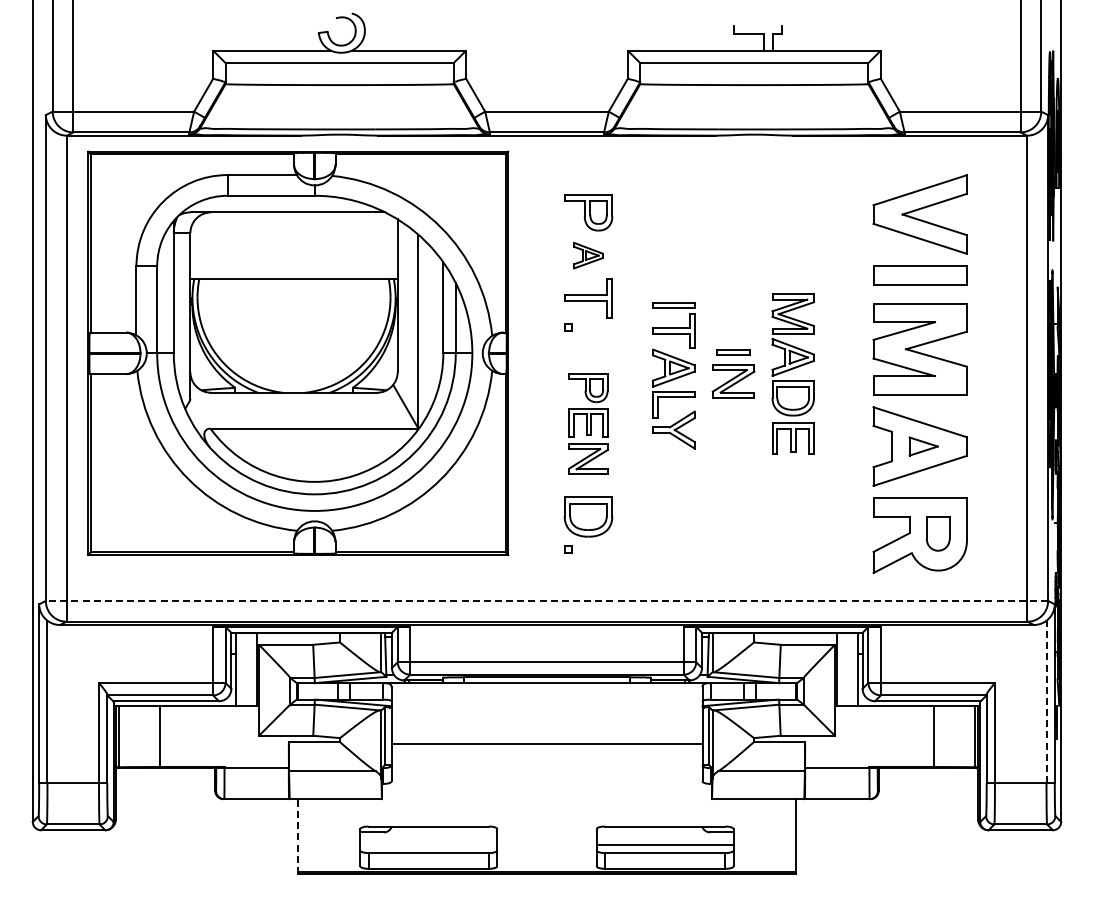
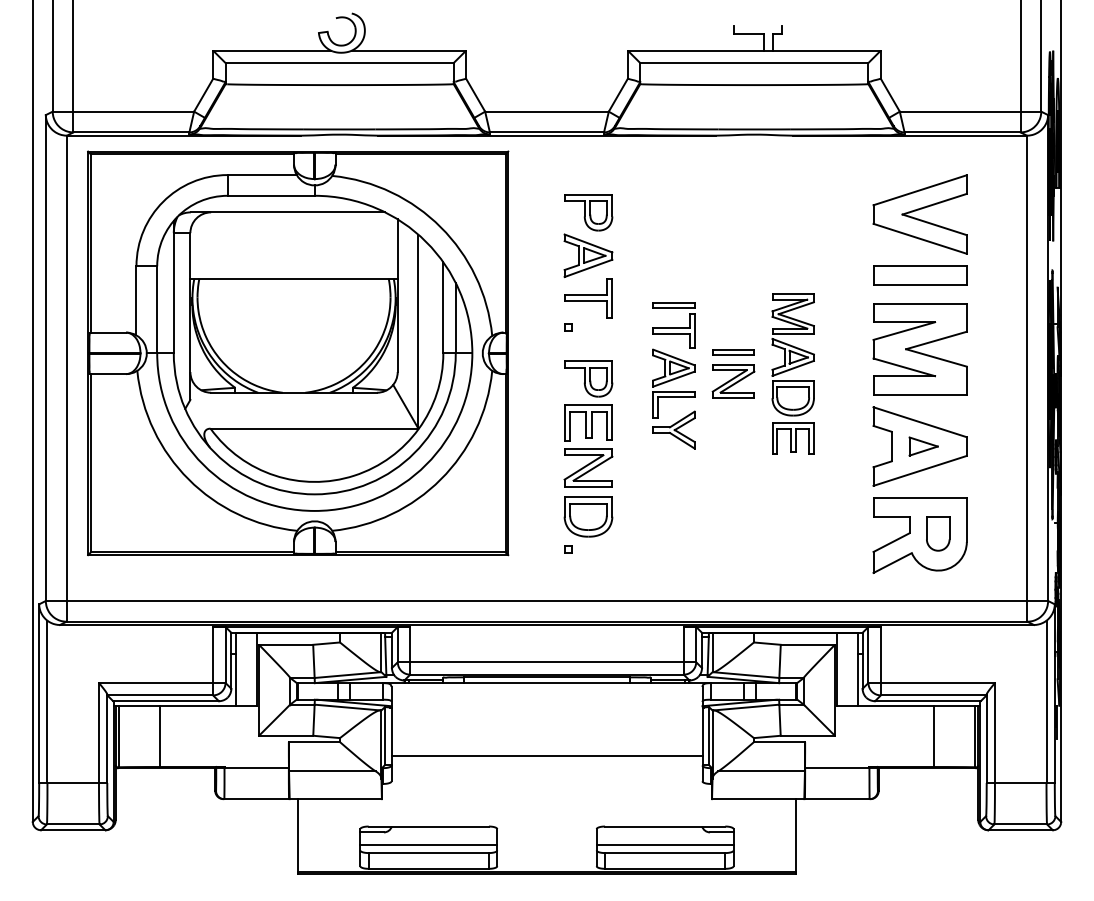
part at (588, 255) size: 31x28 px -> 51x45 px
part at (733, 352) size: 35x7 px -> 43x7 px
part at (588, 423) size: 41x102 px -> 51x128 px
line at (546, 600): dashed -> solid
line at (1046, 701): dashed -> solid
line at (546, 743) position: (546, 743) -> (546, 755)
line at (298, 836): dashed -> solid
line at (428, 844): none -> present
